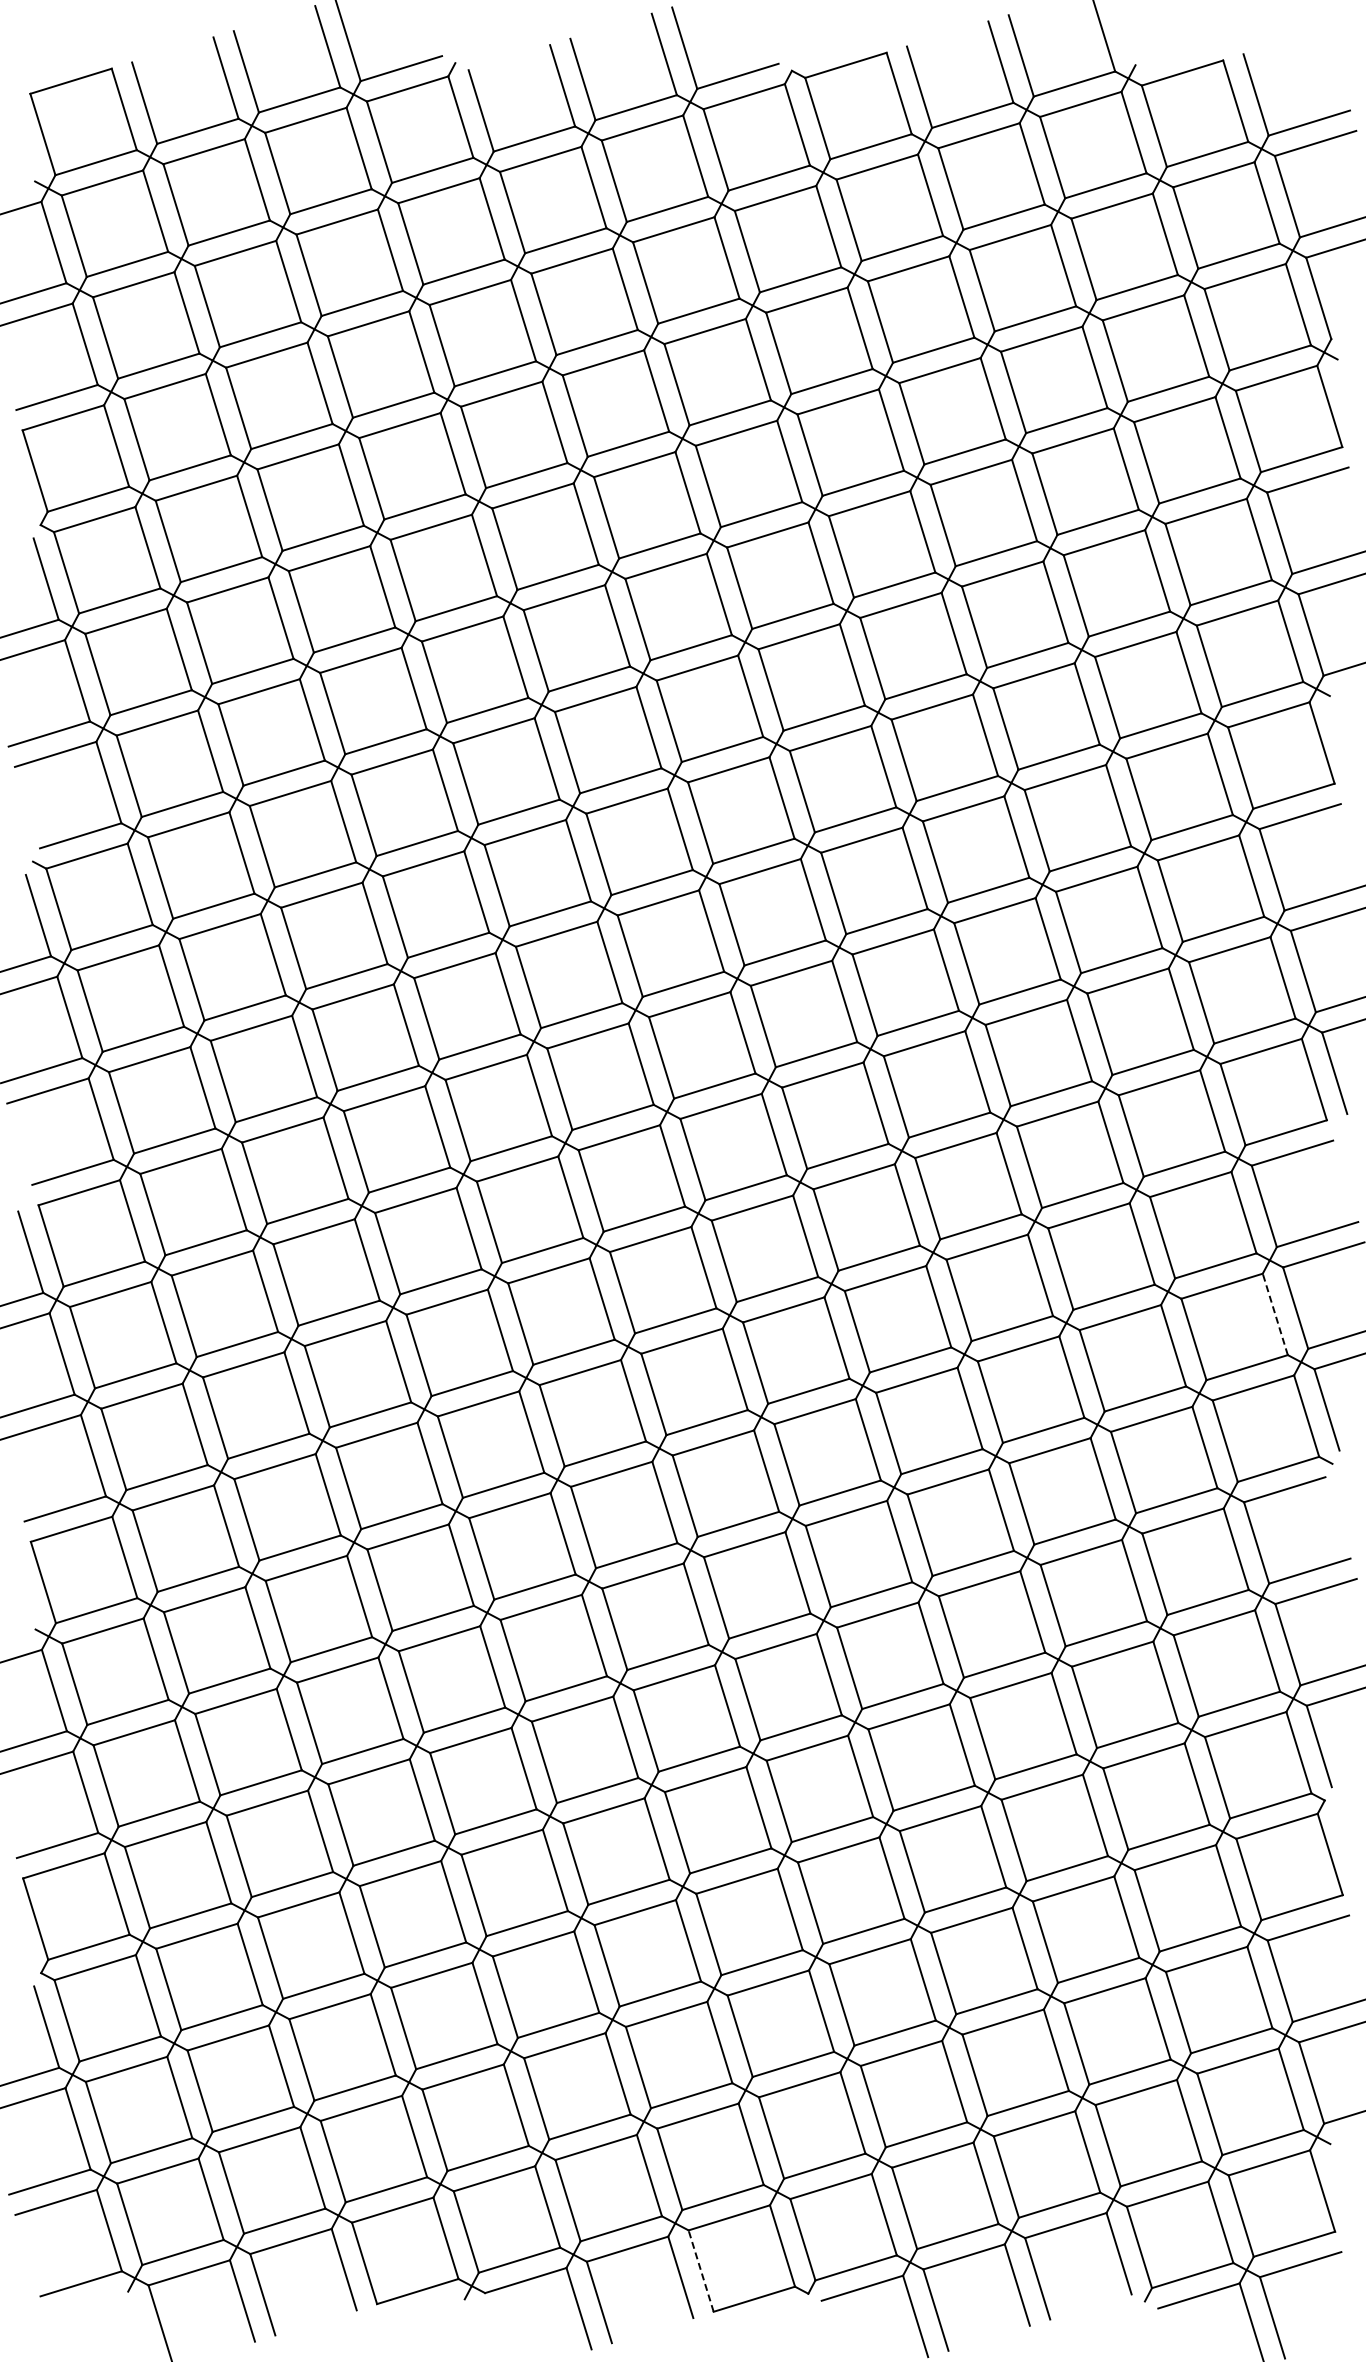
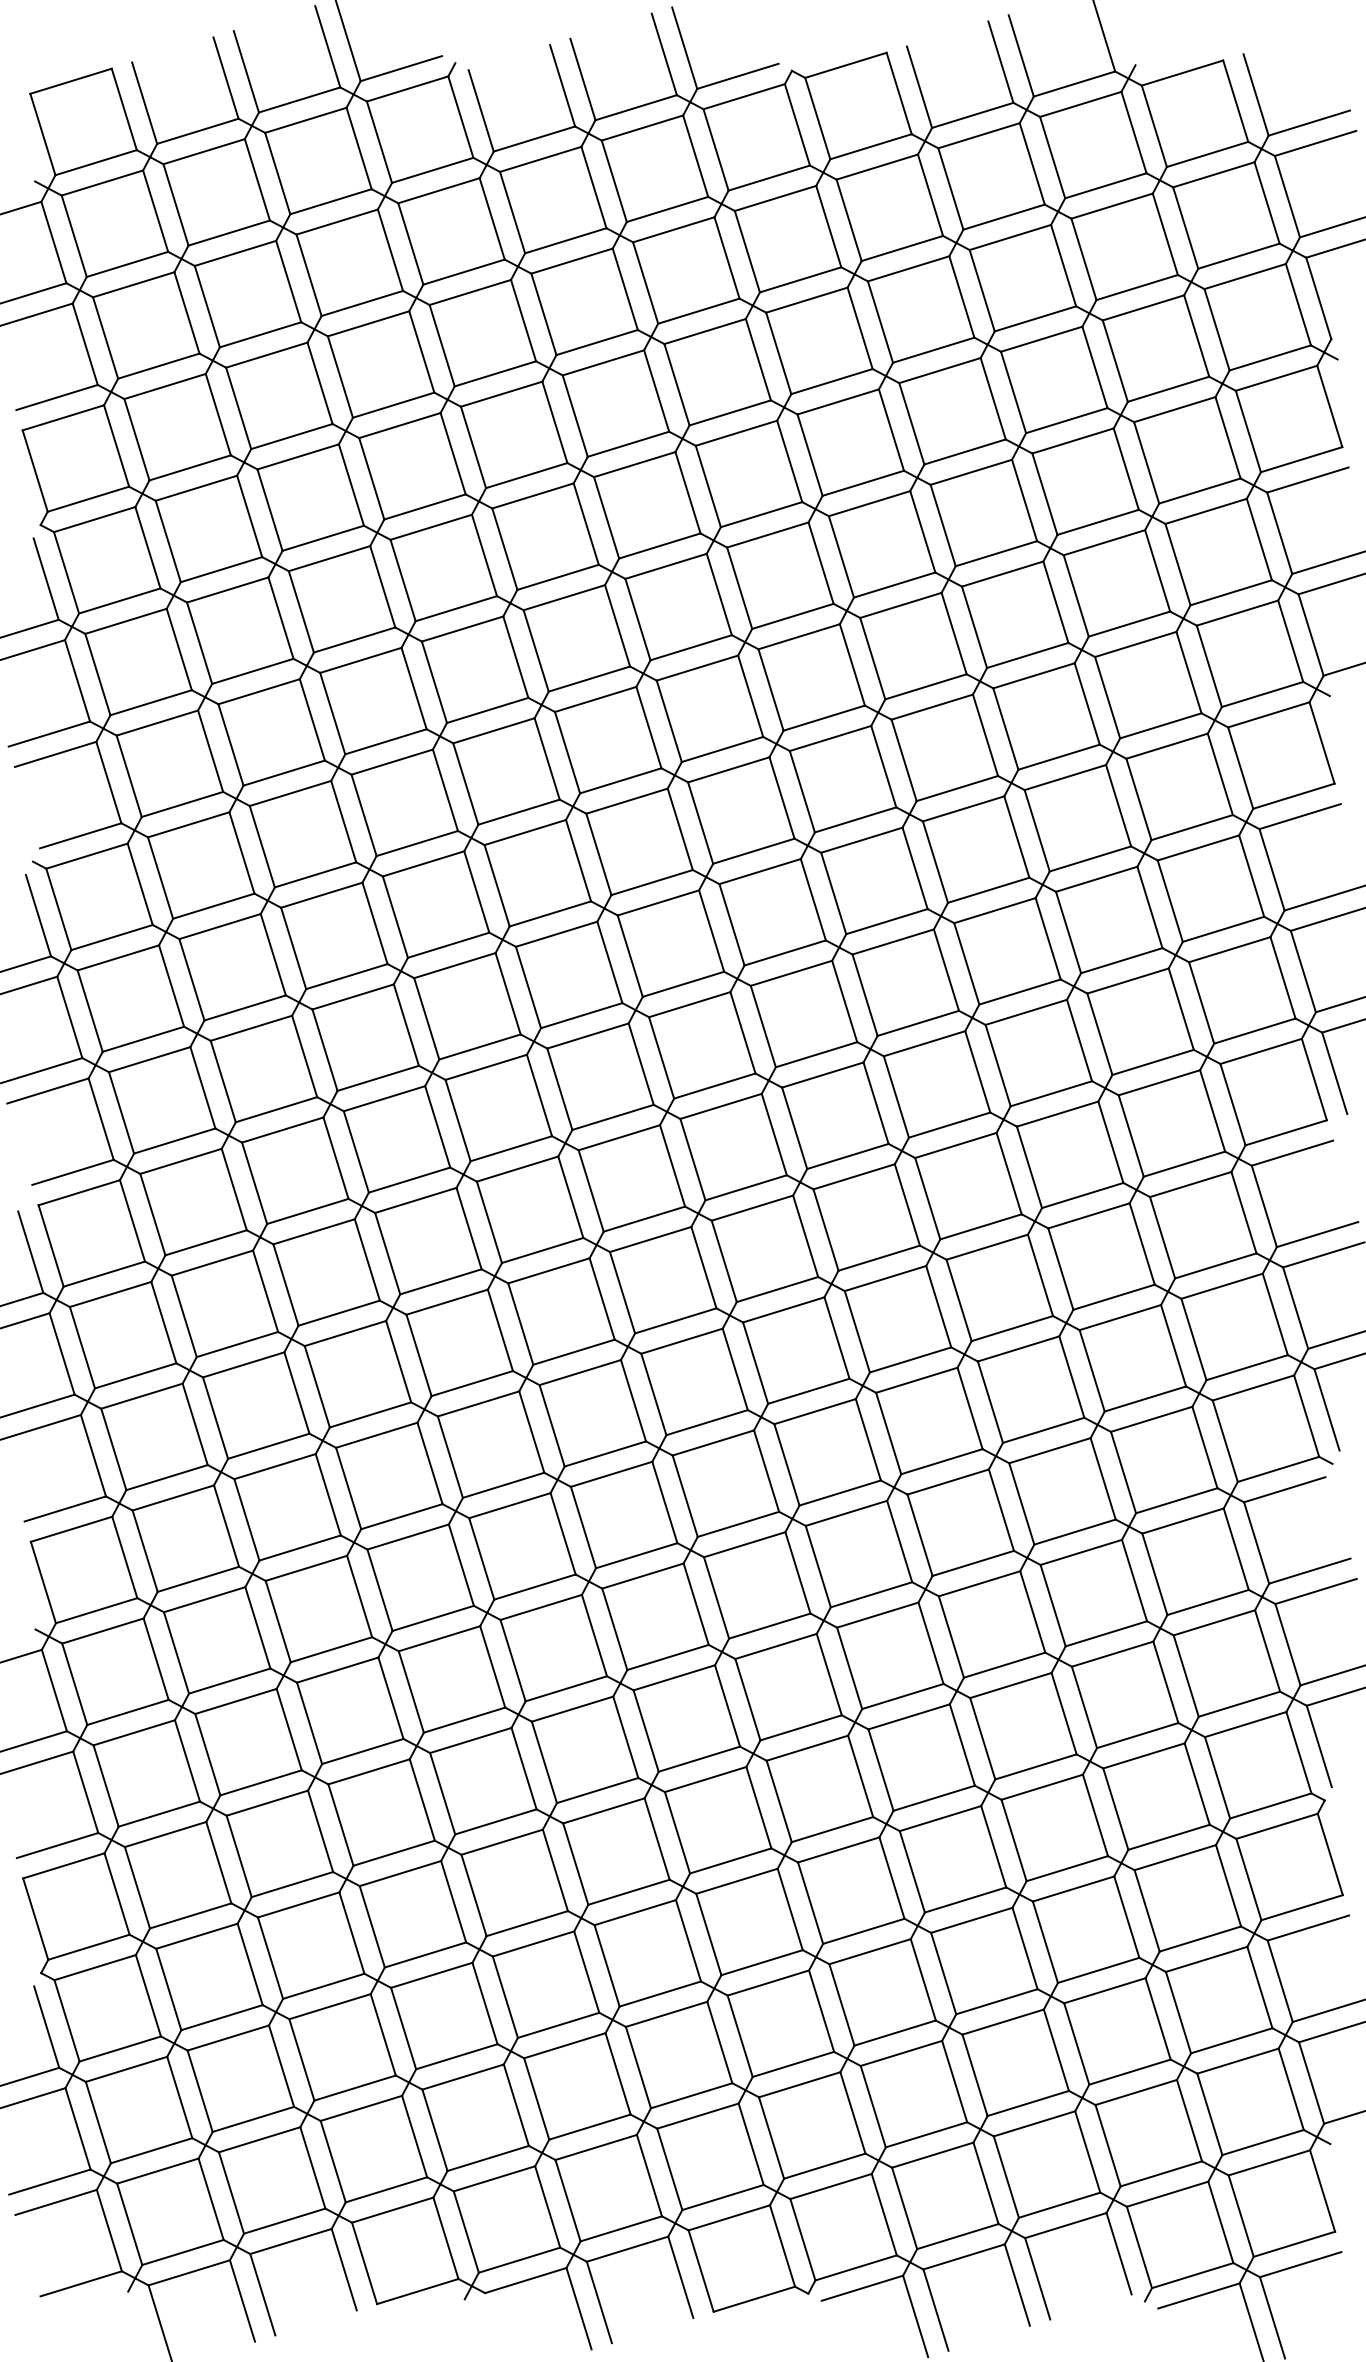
line at (1275, 1314): dashed -> solid
line at (701, 2271): dashed -> solid
